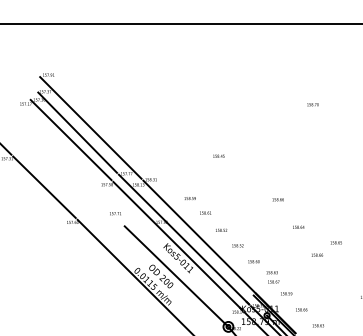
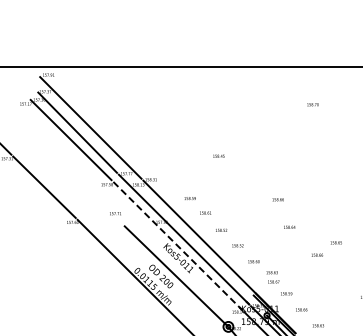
line at (180, 23) position: (180, 23) -> (180, 66)
text at (298, 226) position: (298, 226) -> (289, 226)
line at (177, 246): solid -> dashed
